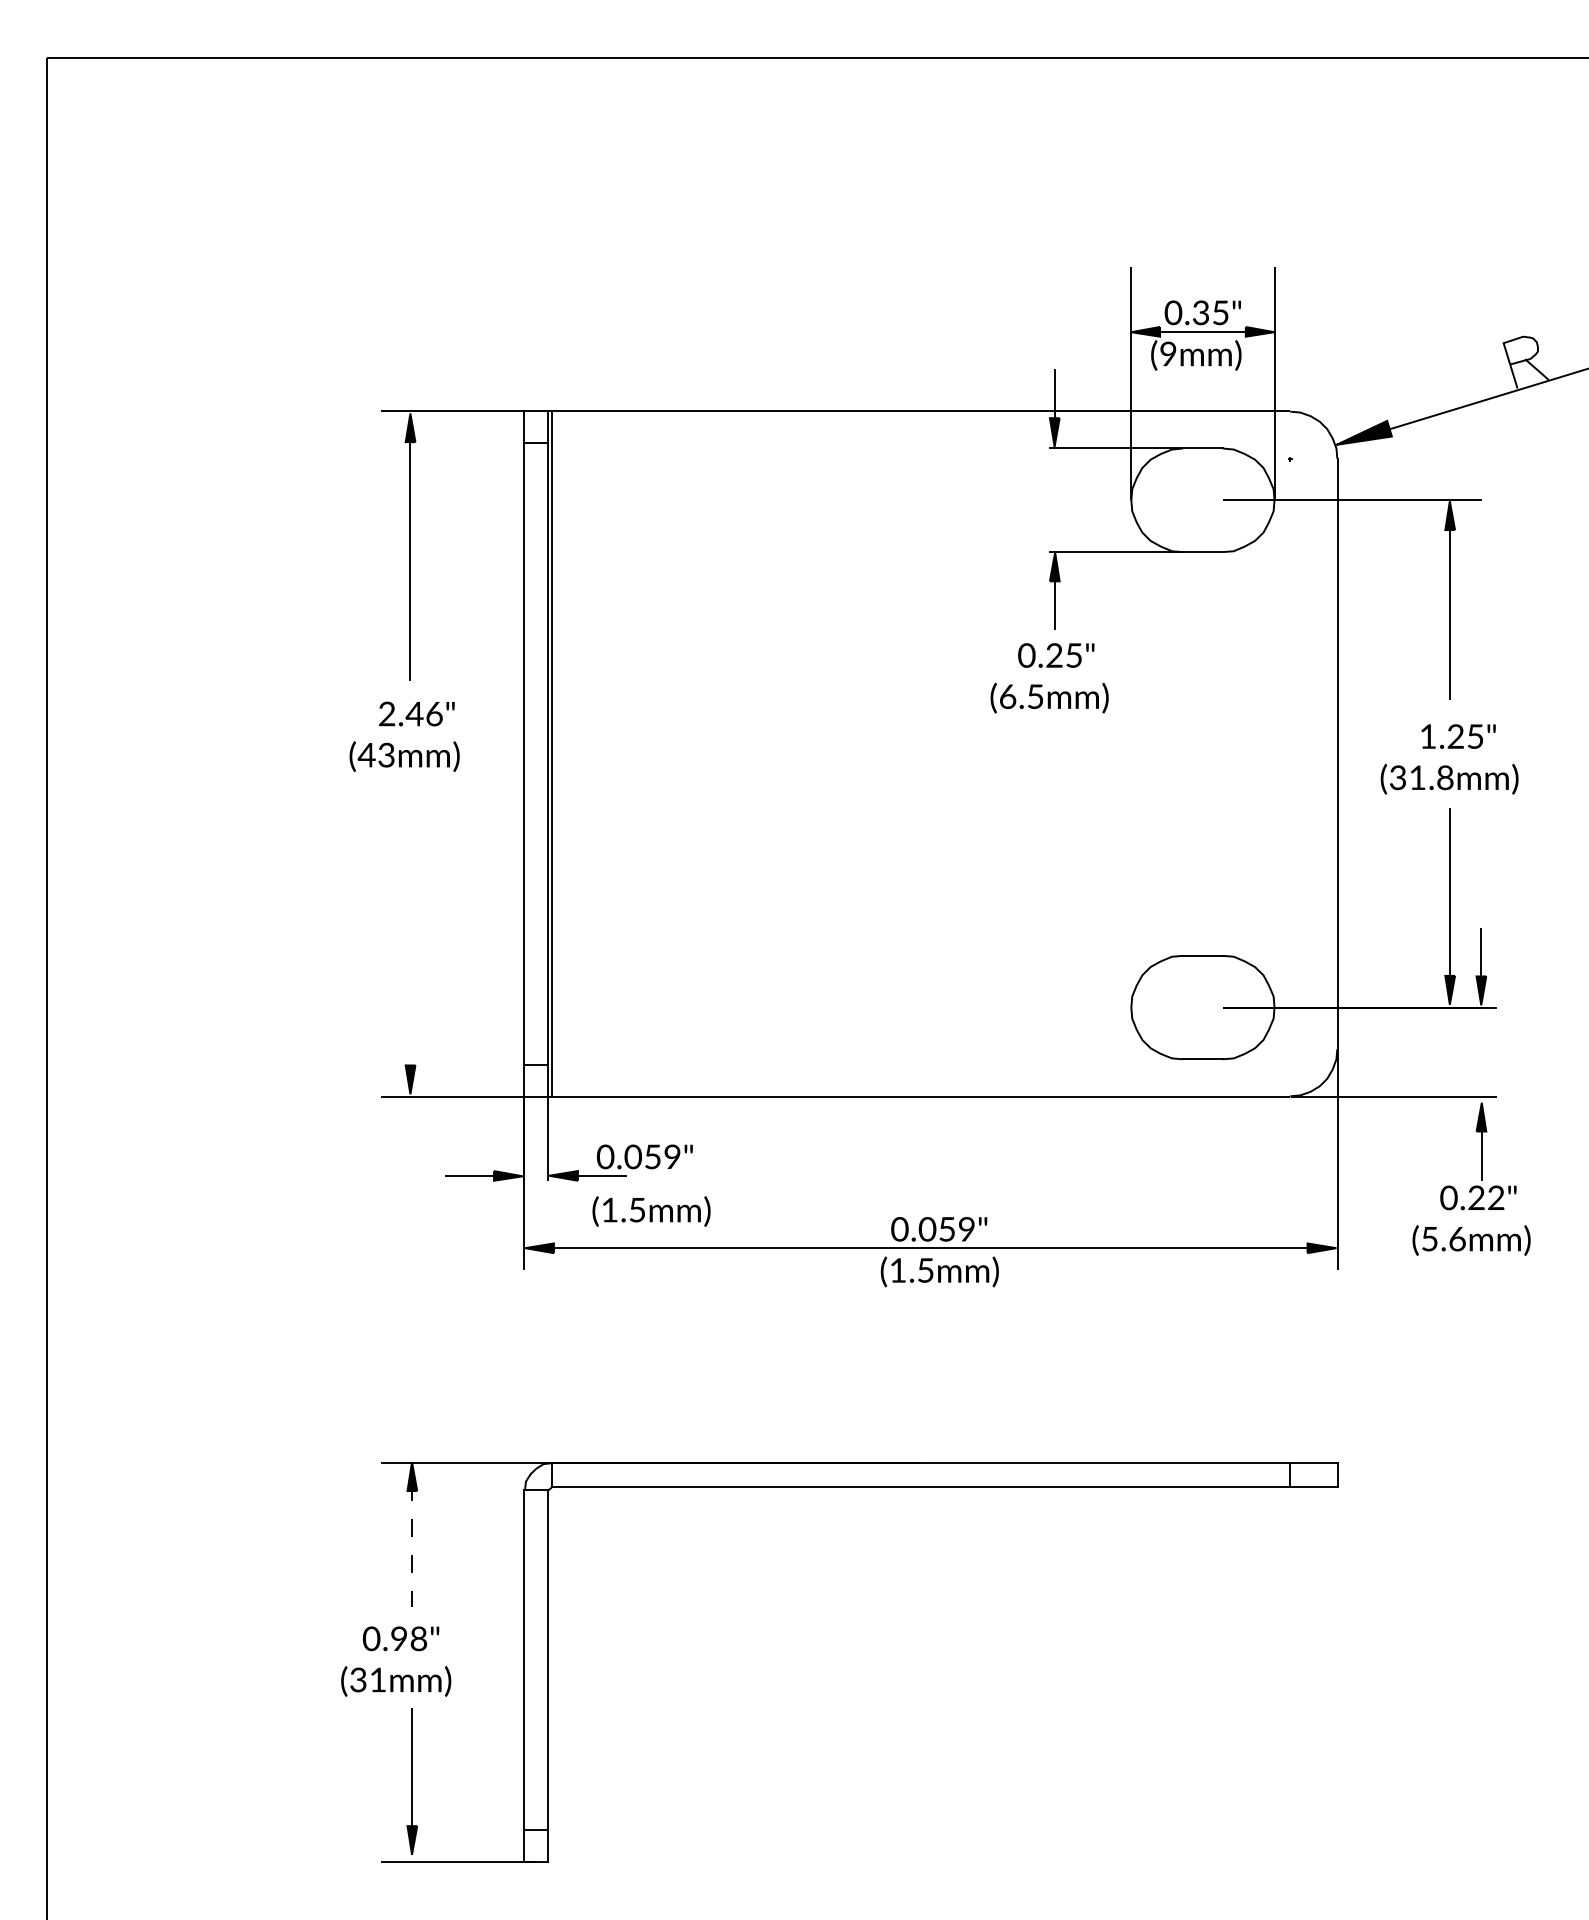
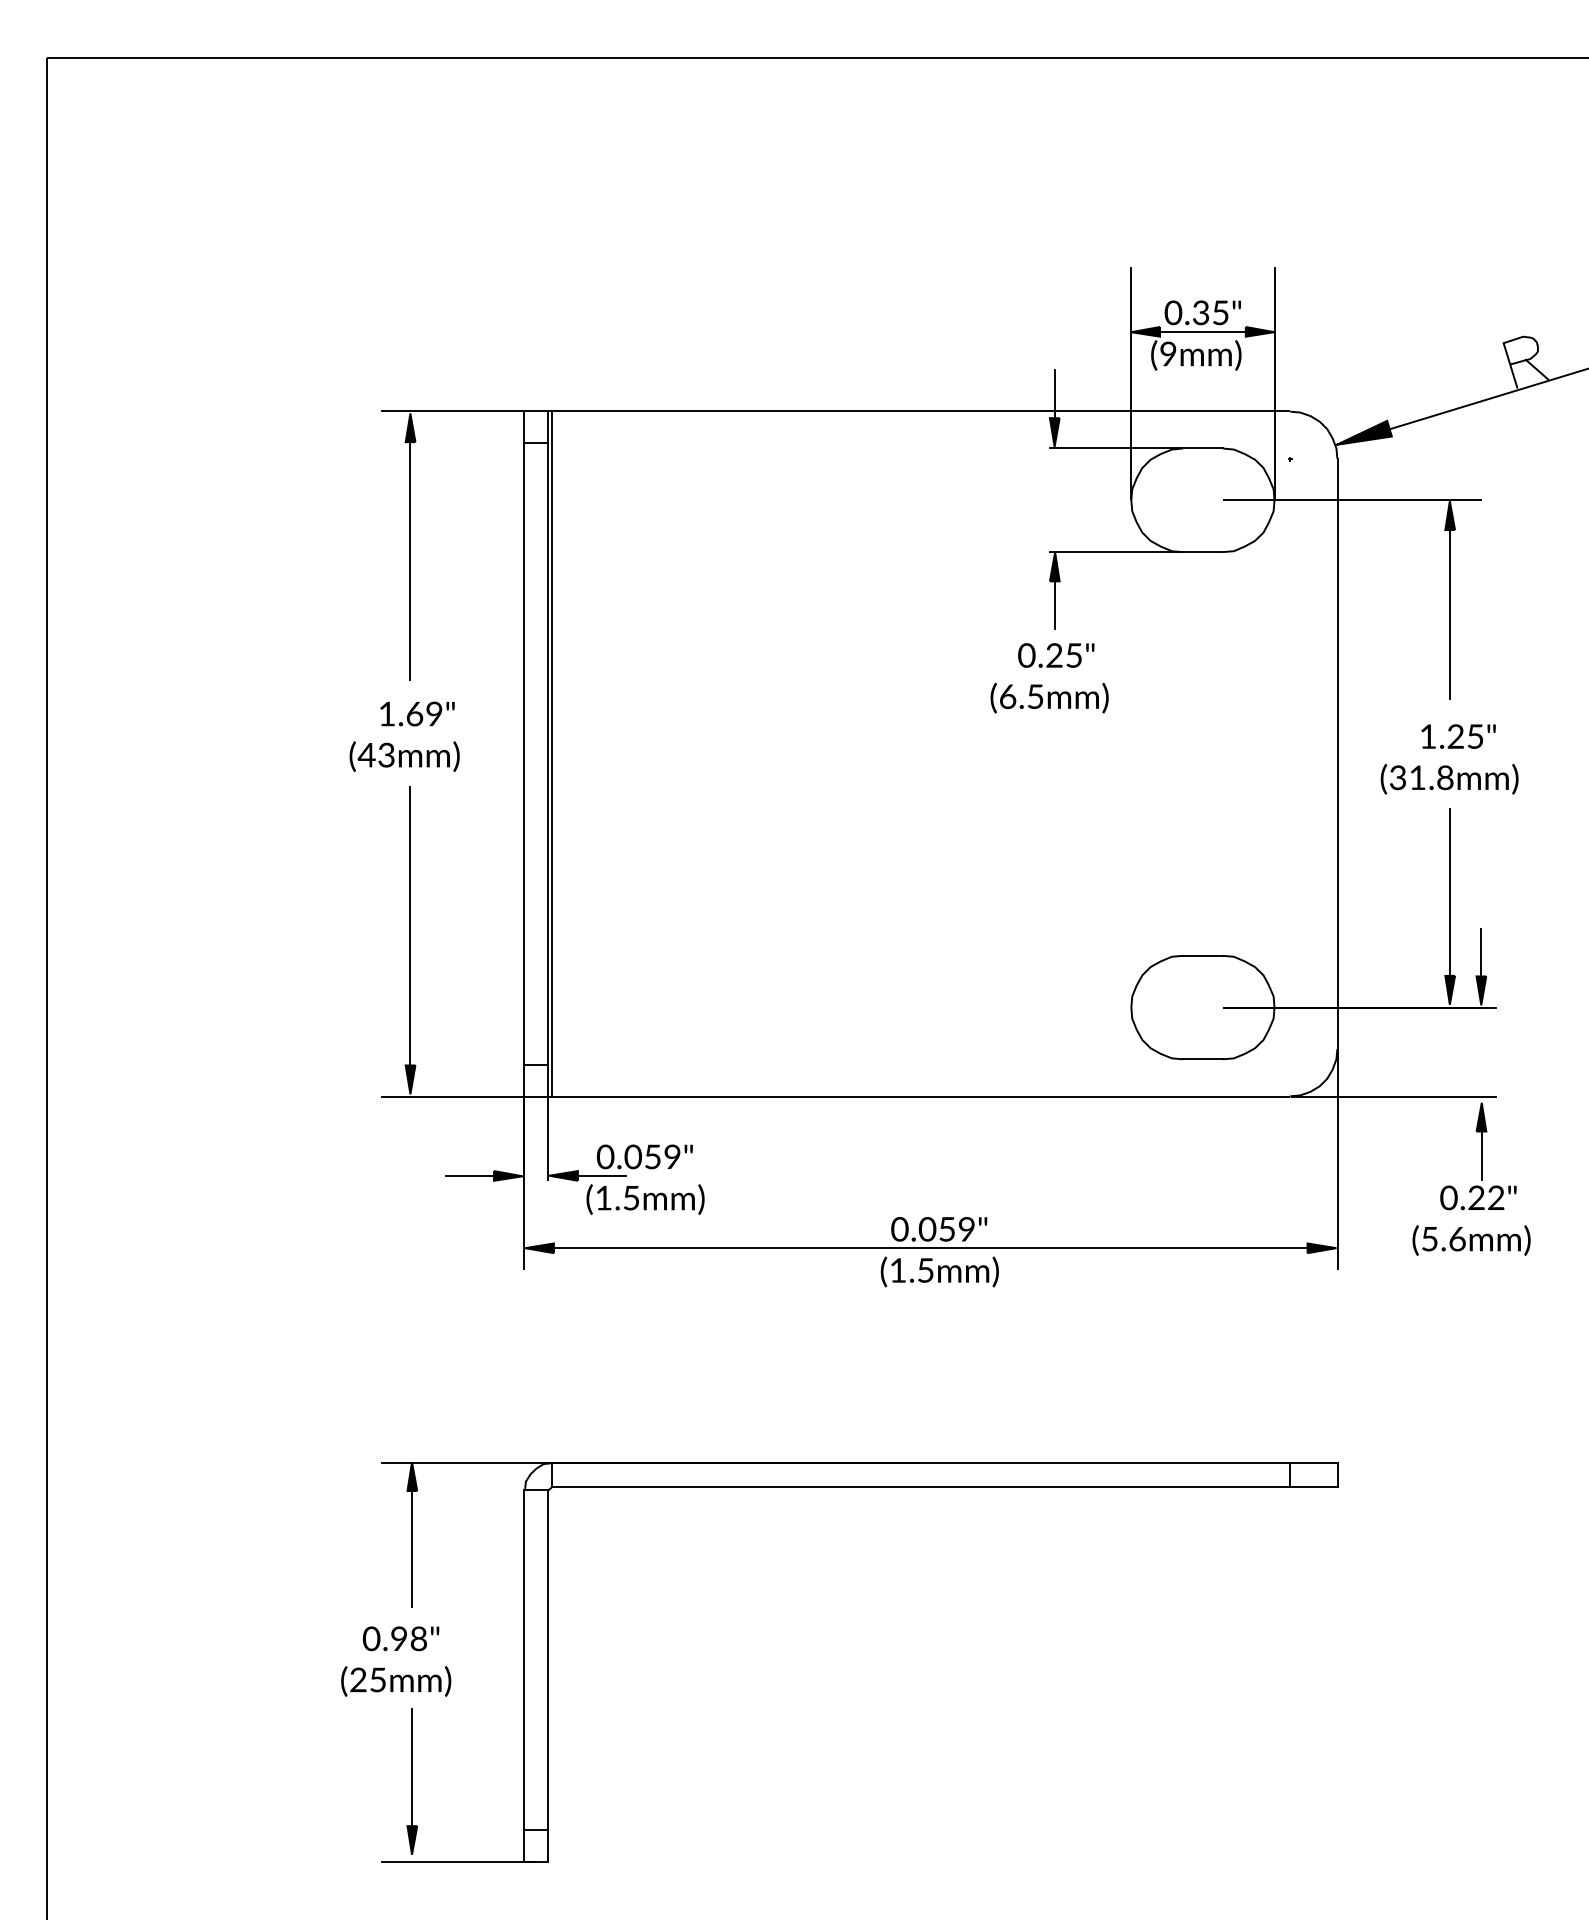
text at (410, 713): 2.46" -> 1.69"
line at (410, 930): none -> present
text at (651, 1211) position: (651, 1211) -> (645, 1199)
line at (412, 1544): dashed -> solid
text at (367, 1679): (31mm) -> (25mm)
